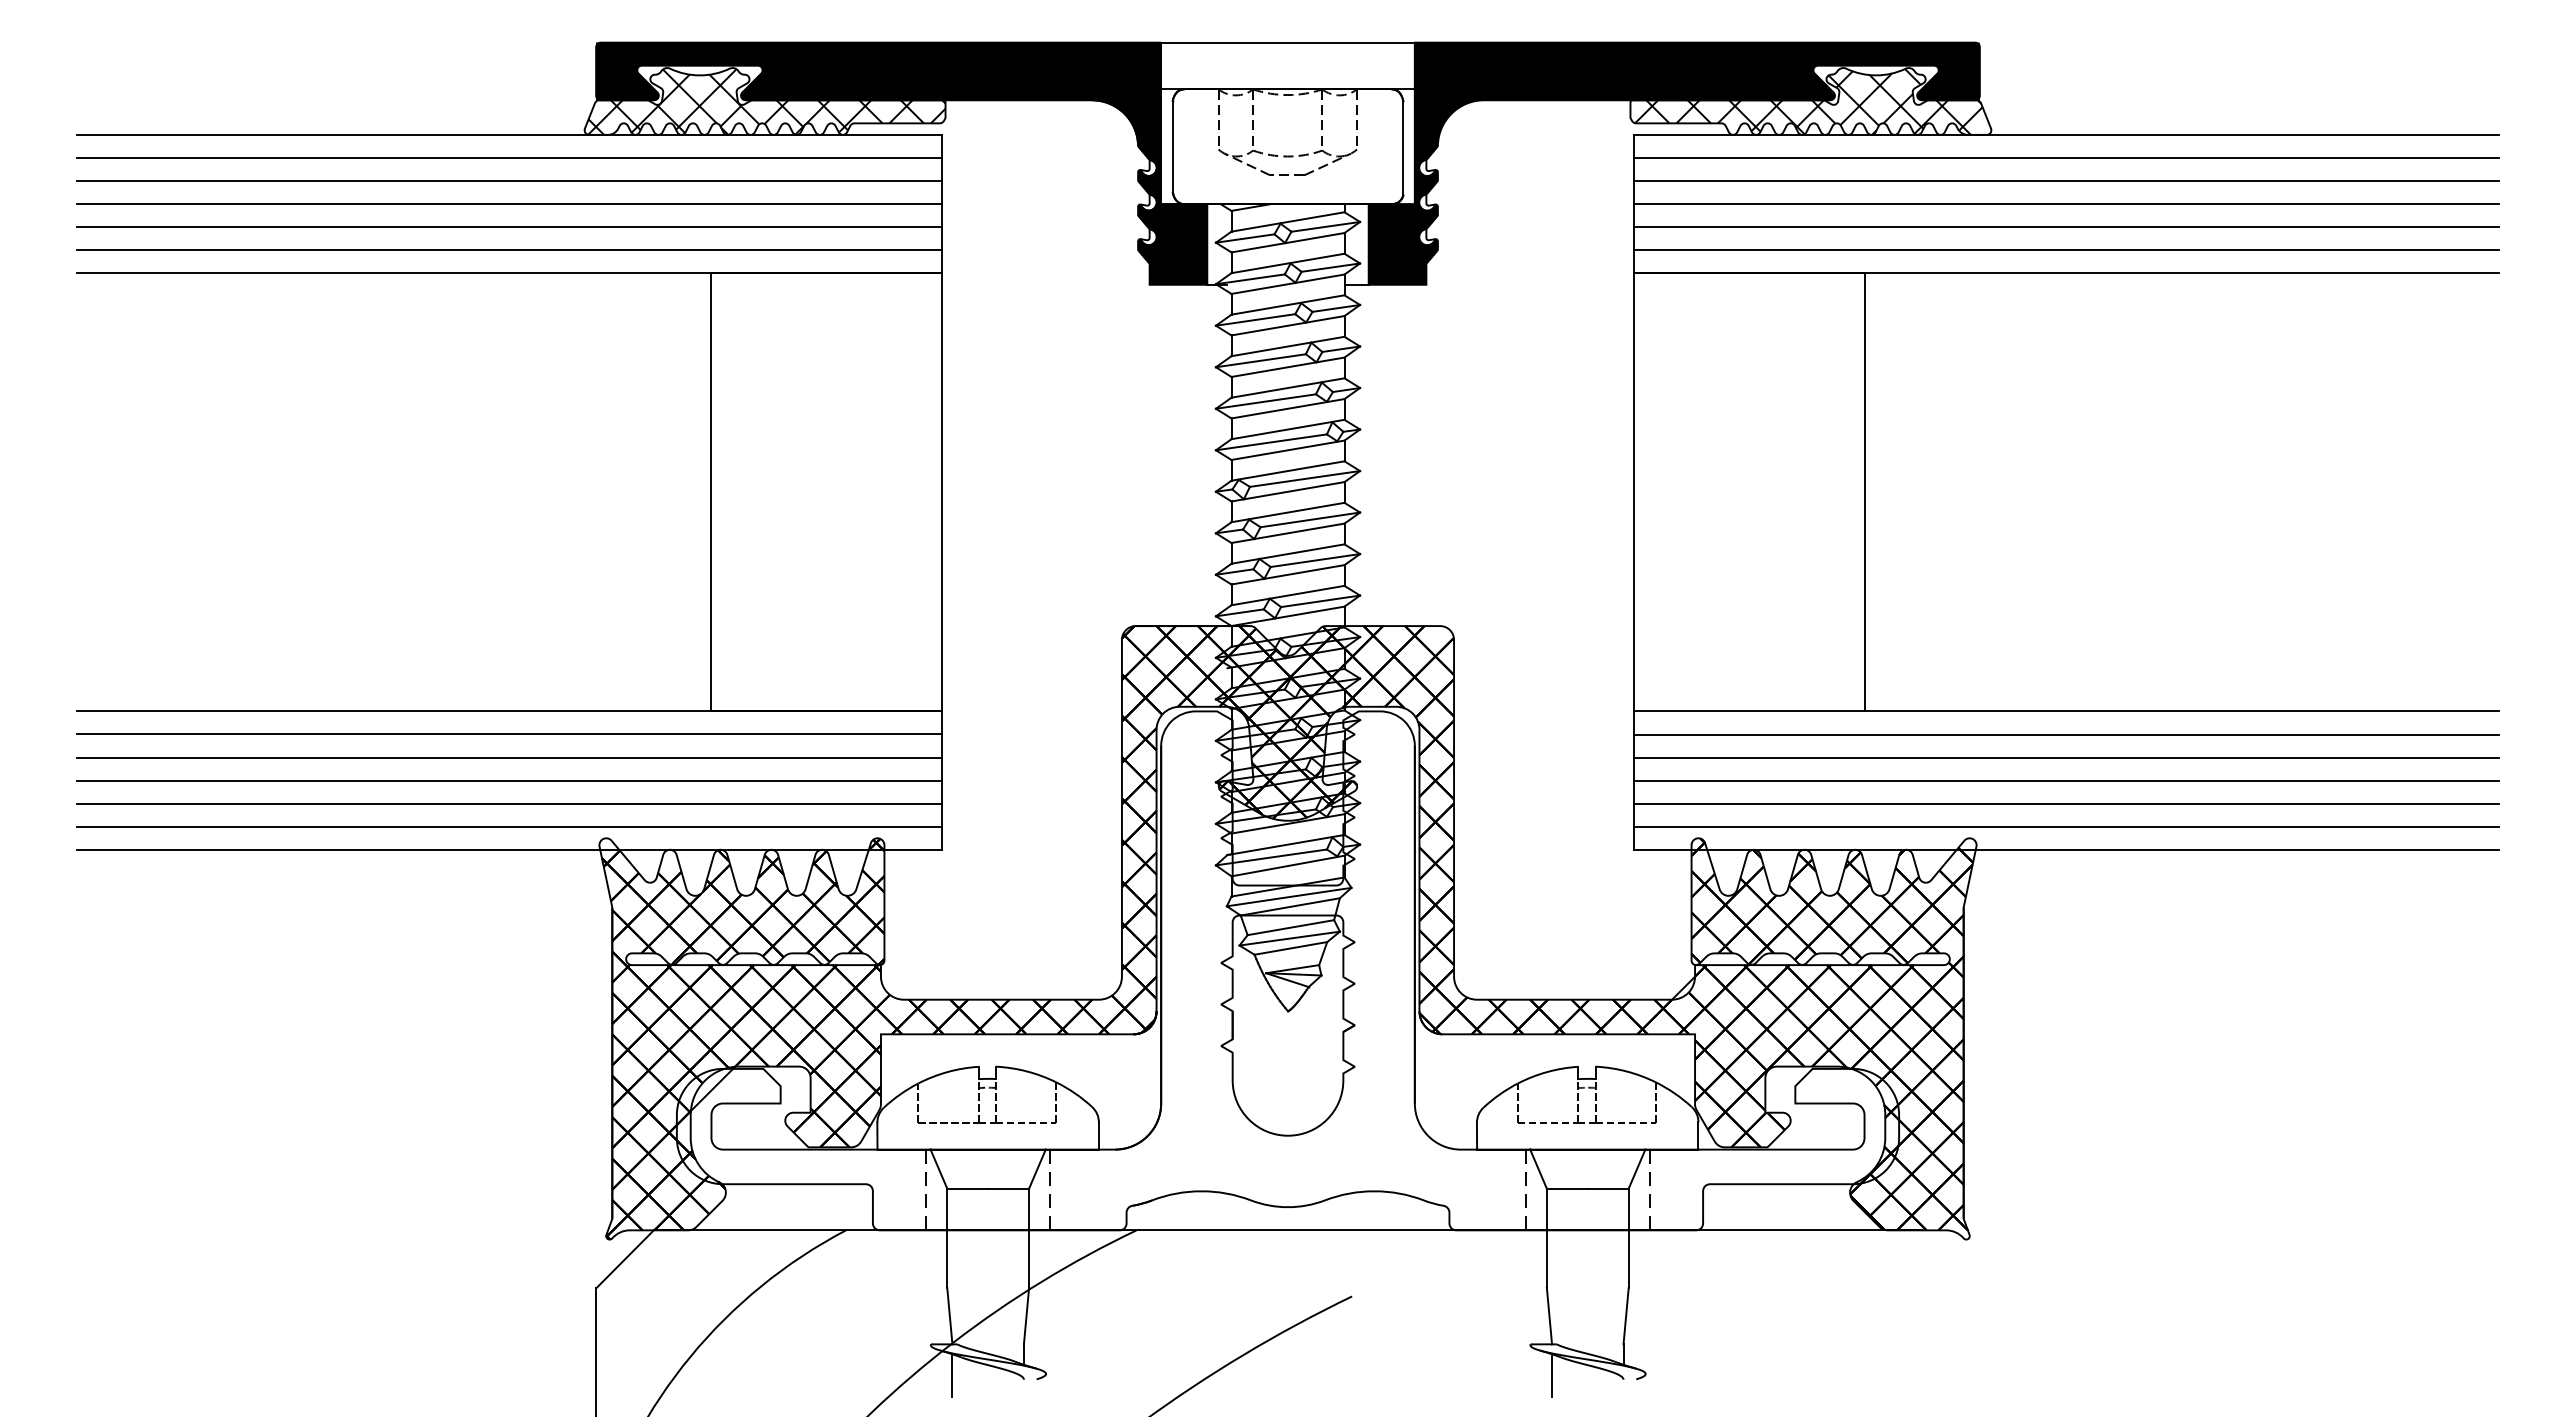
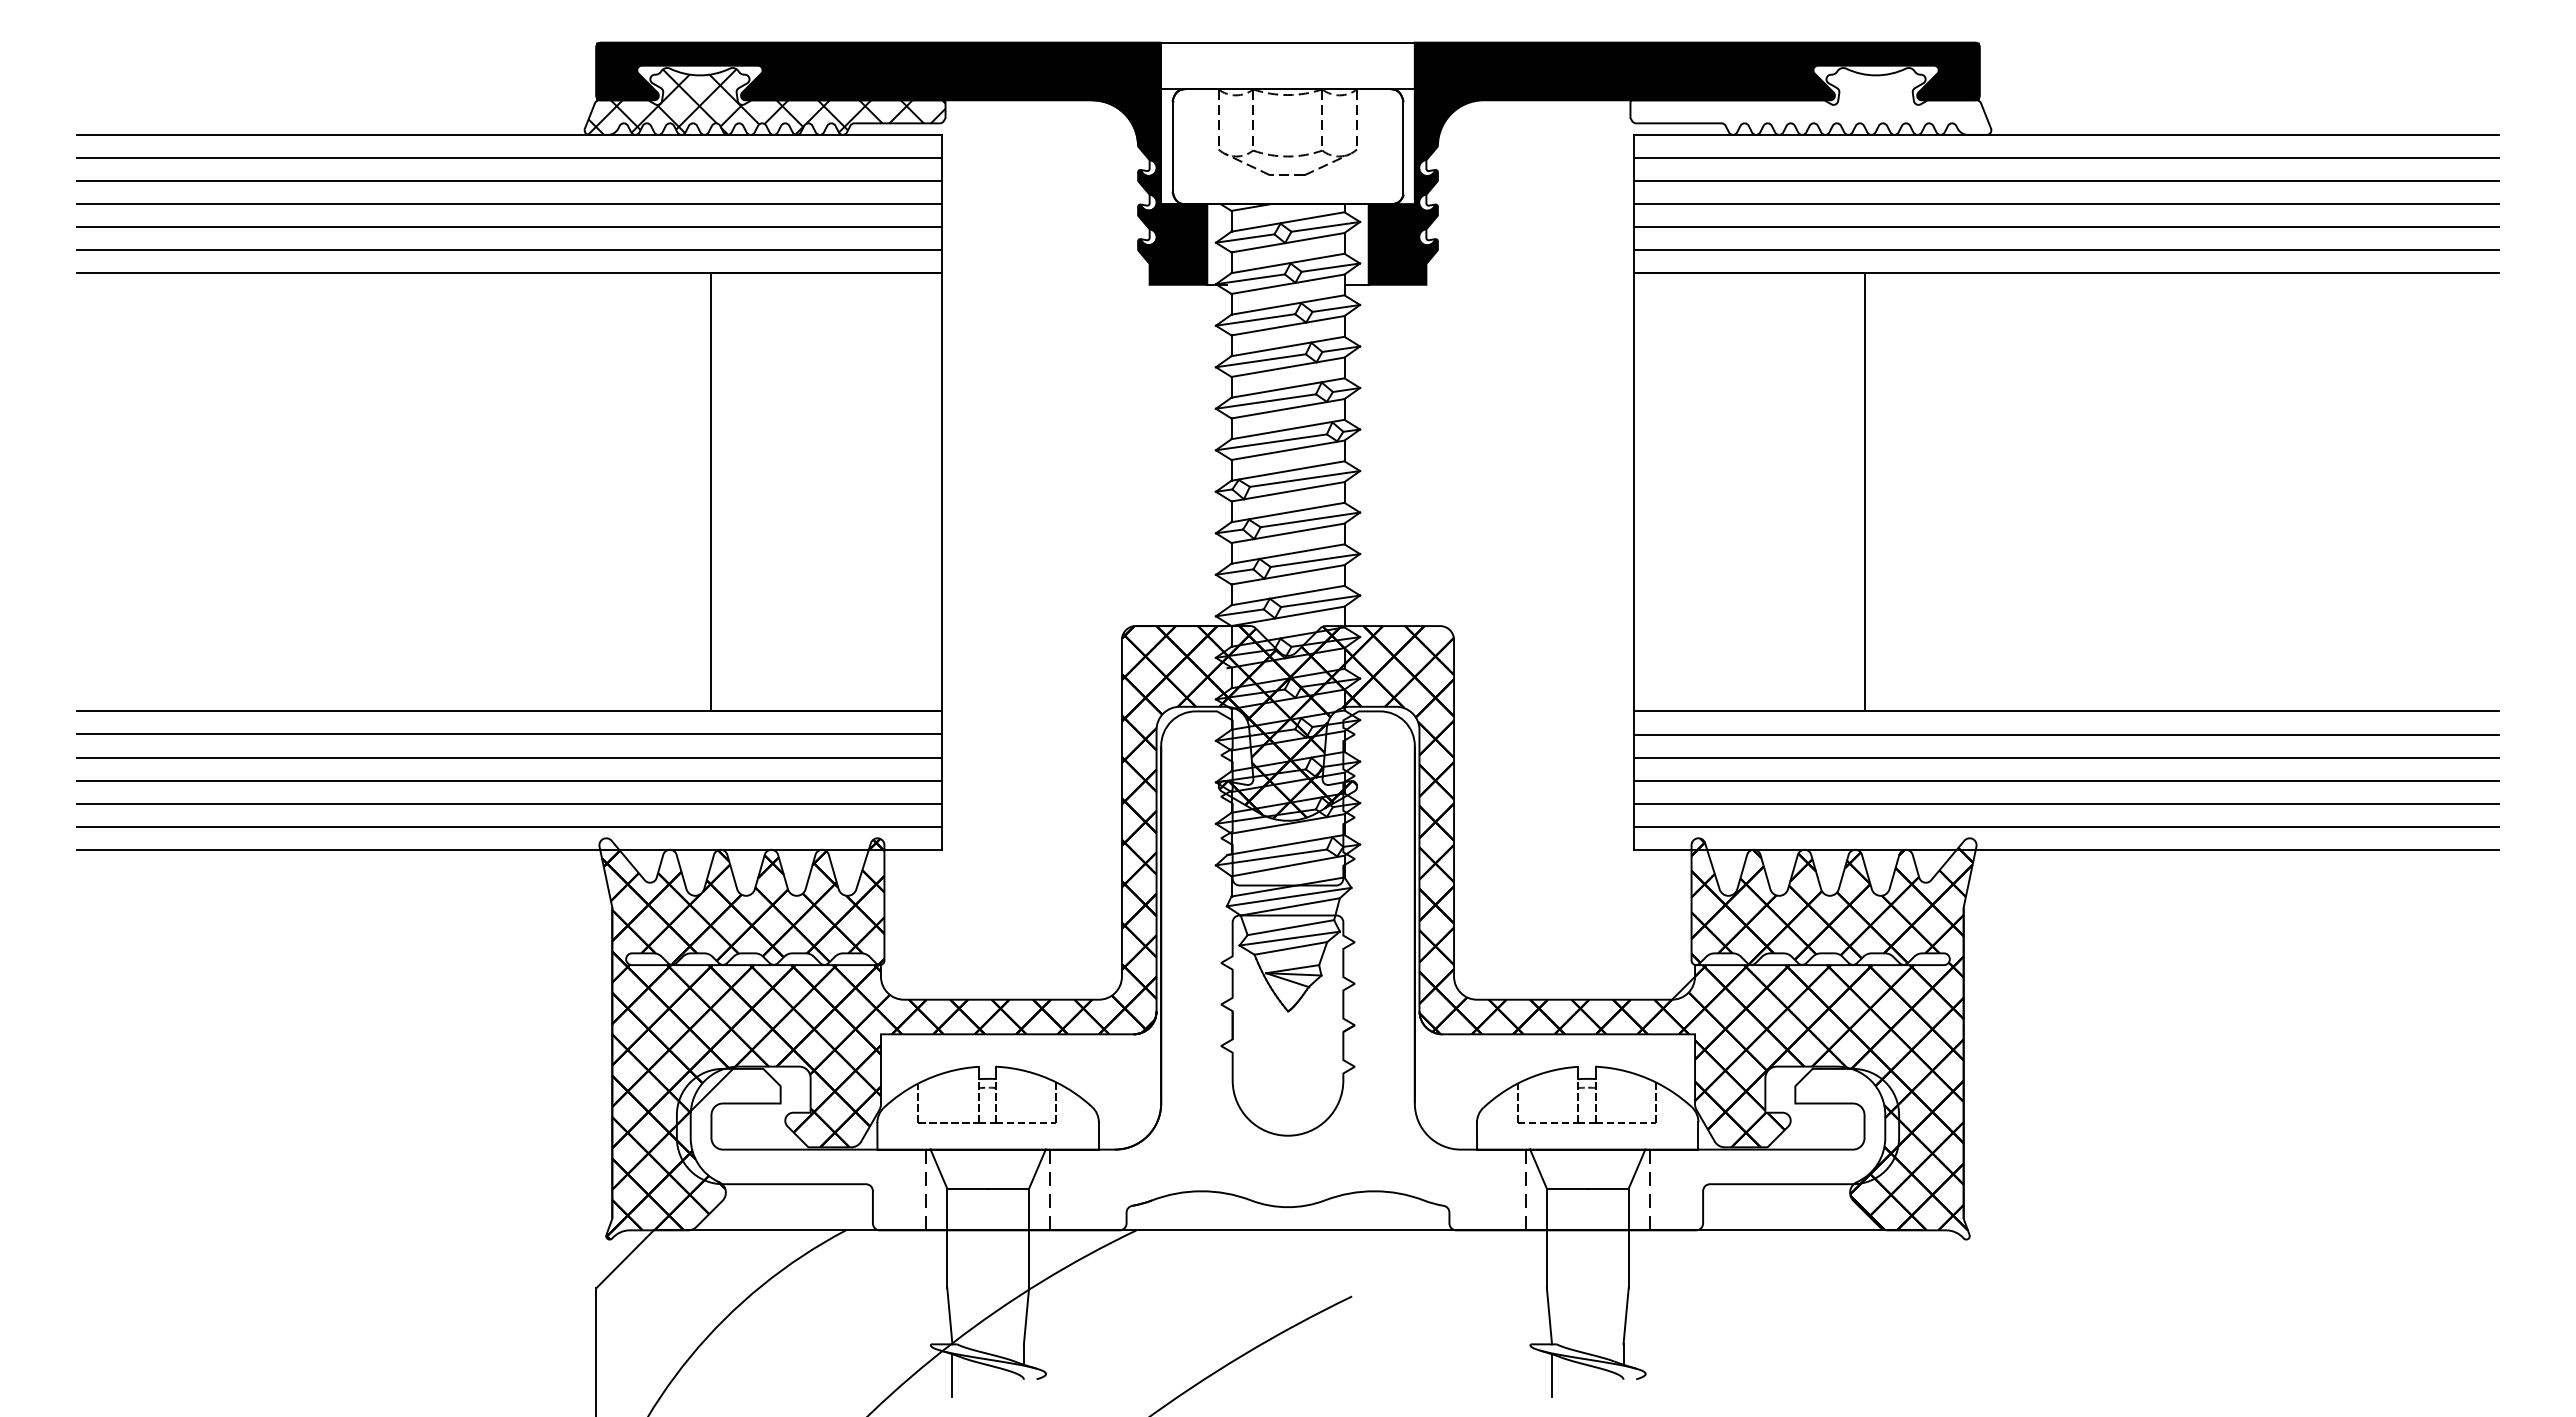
hatch at (1808, 101): present -> none
